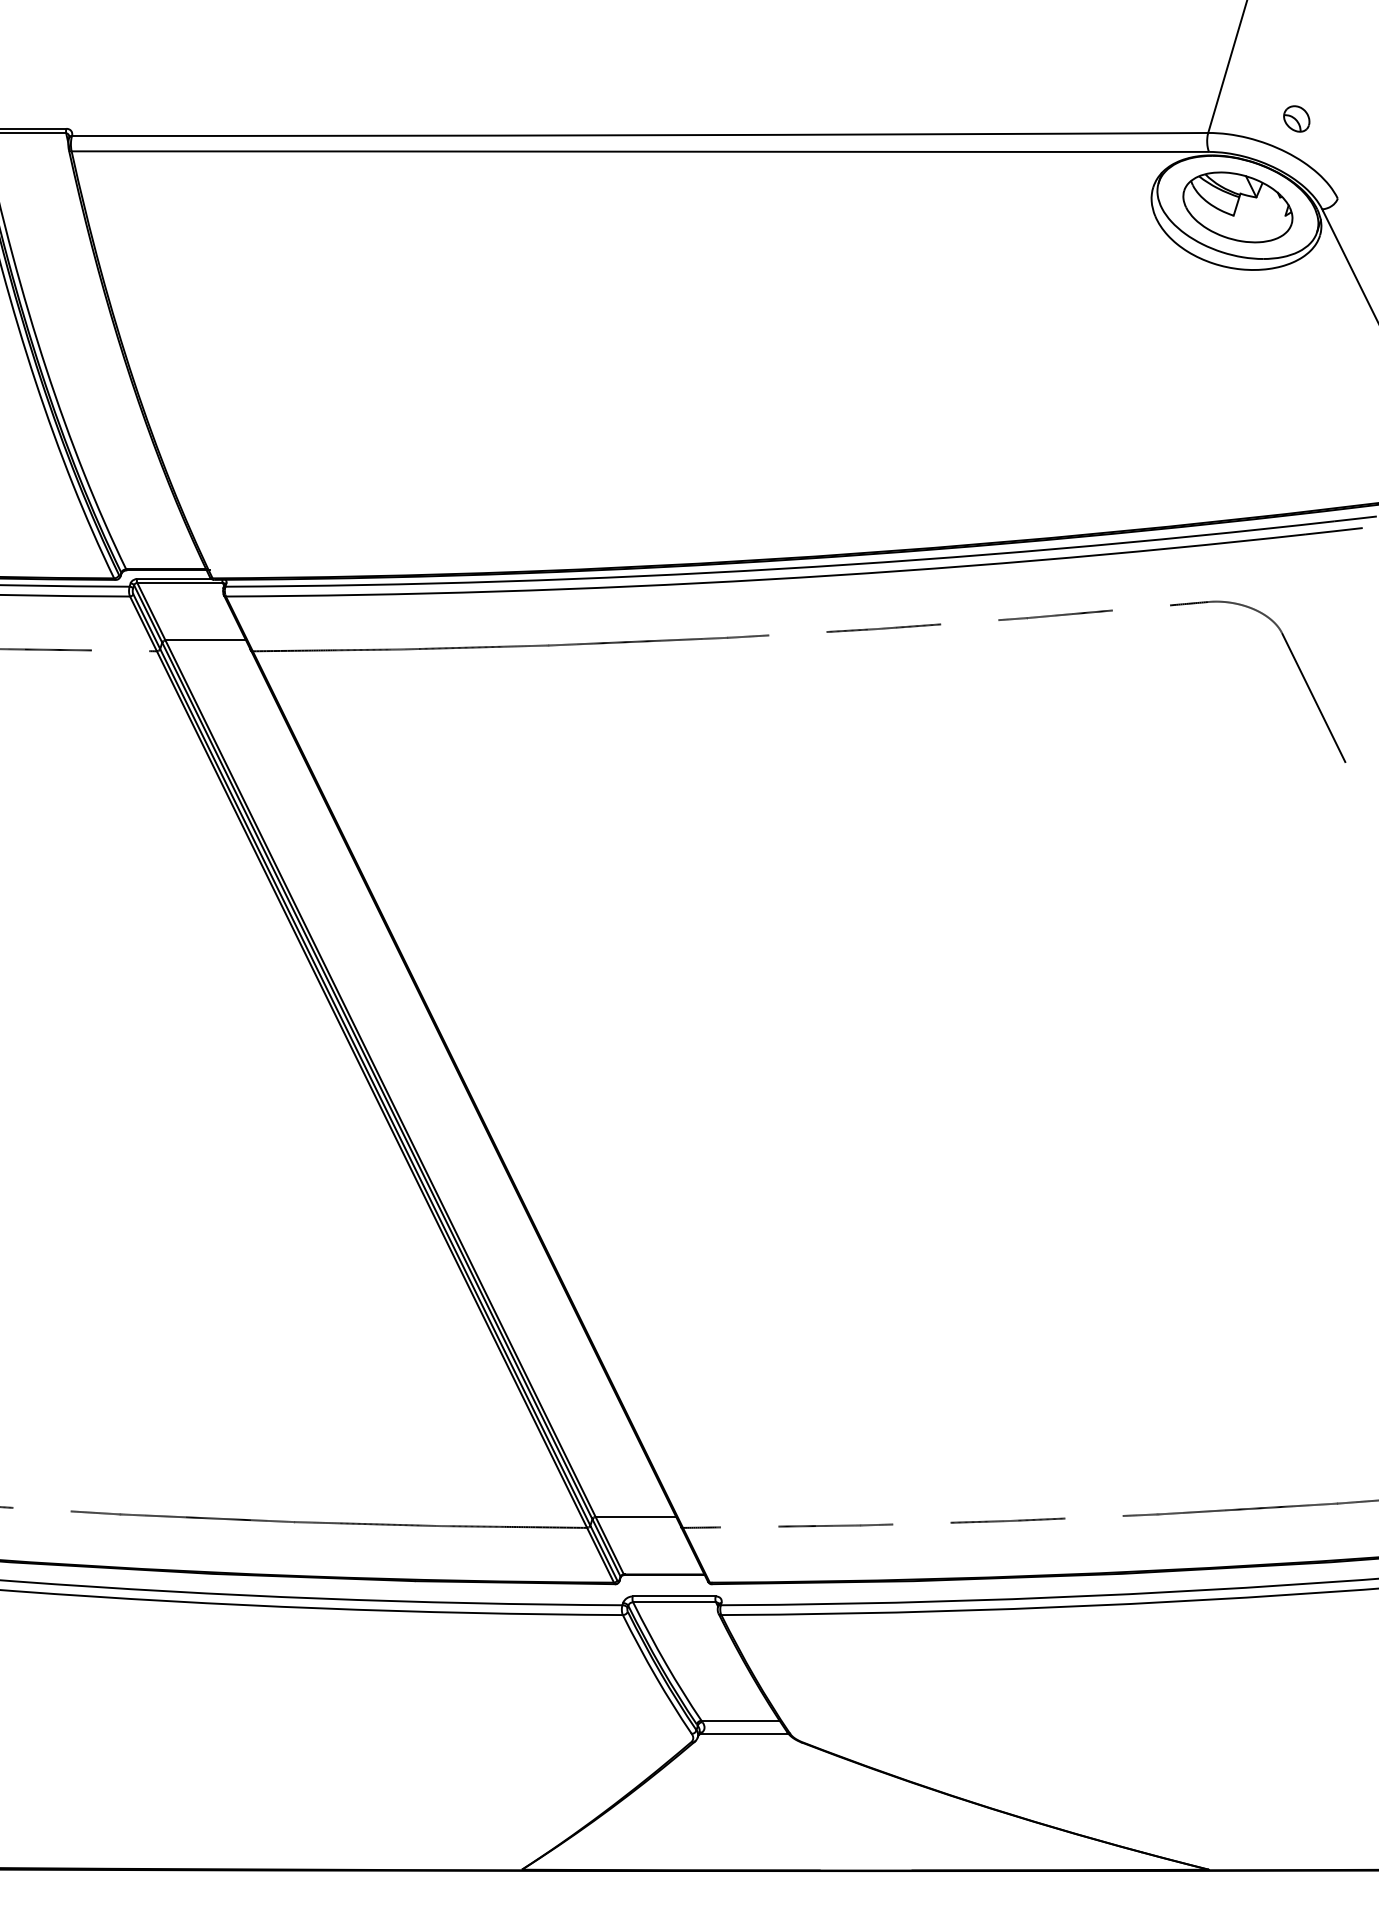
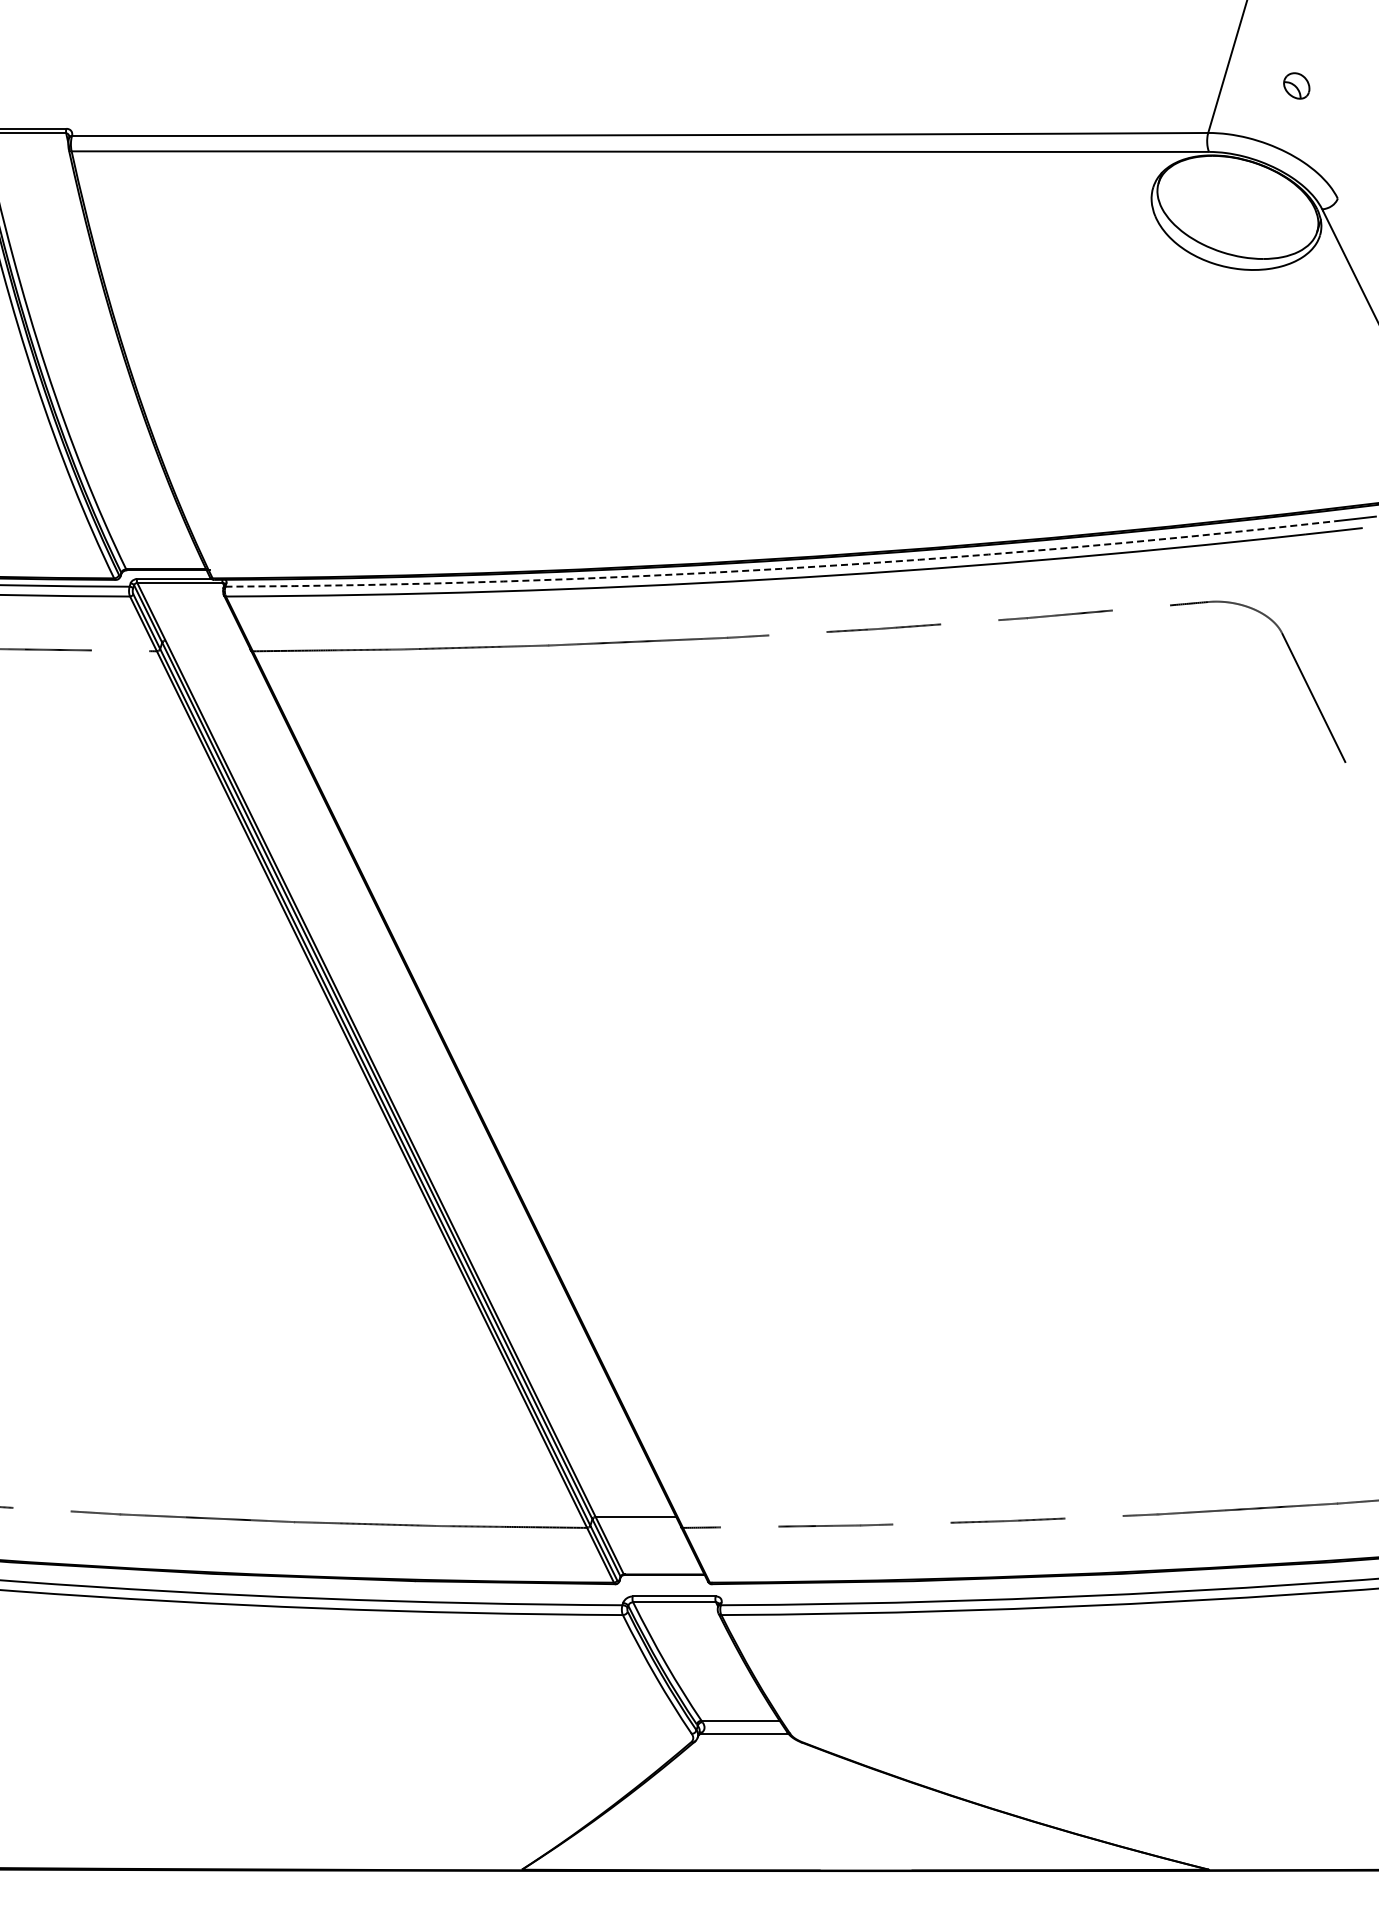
part at (1296, 118) position: (1296, 118) -> (1296, 85)
part at (1237, 207): present -> none
arc at (780, 568): solid -> dashed
line at (205, 640): present -> none
